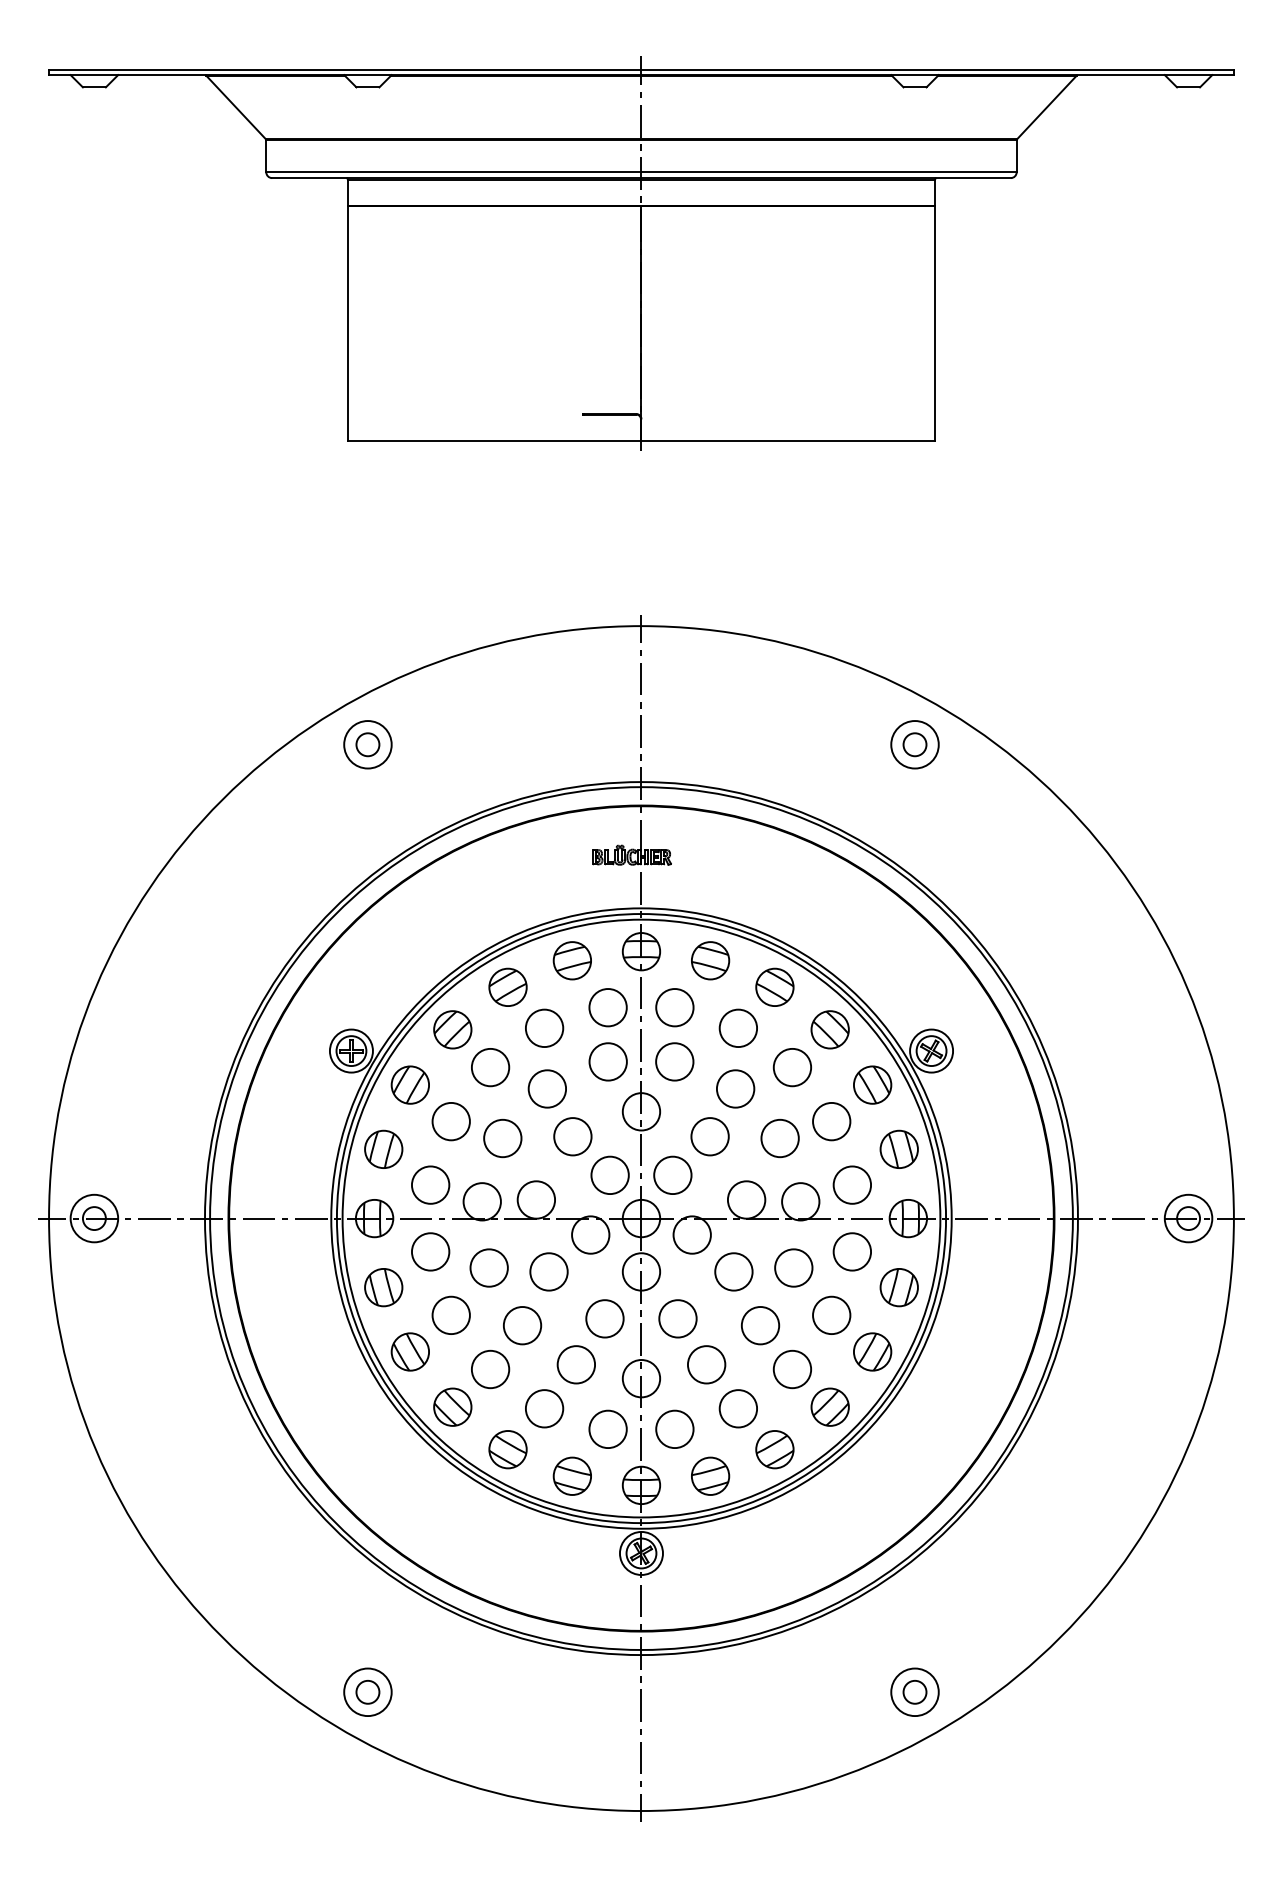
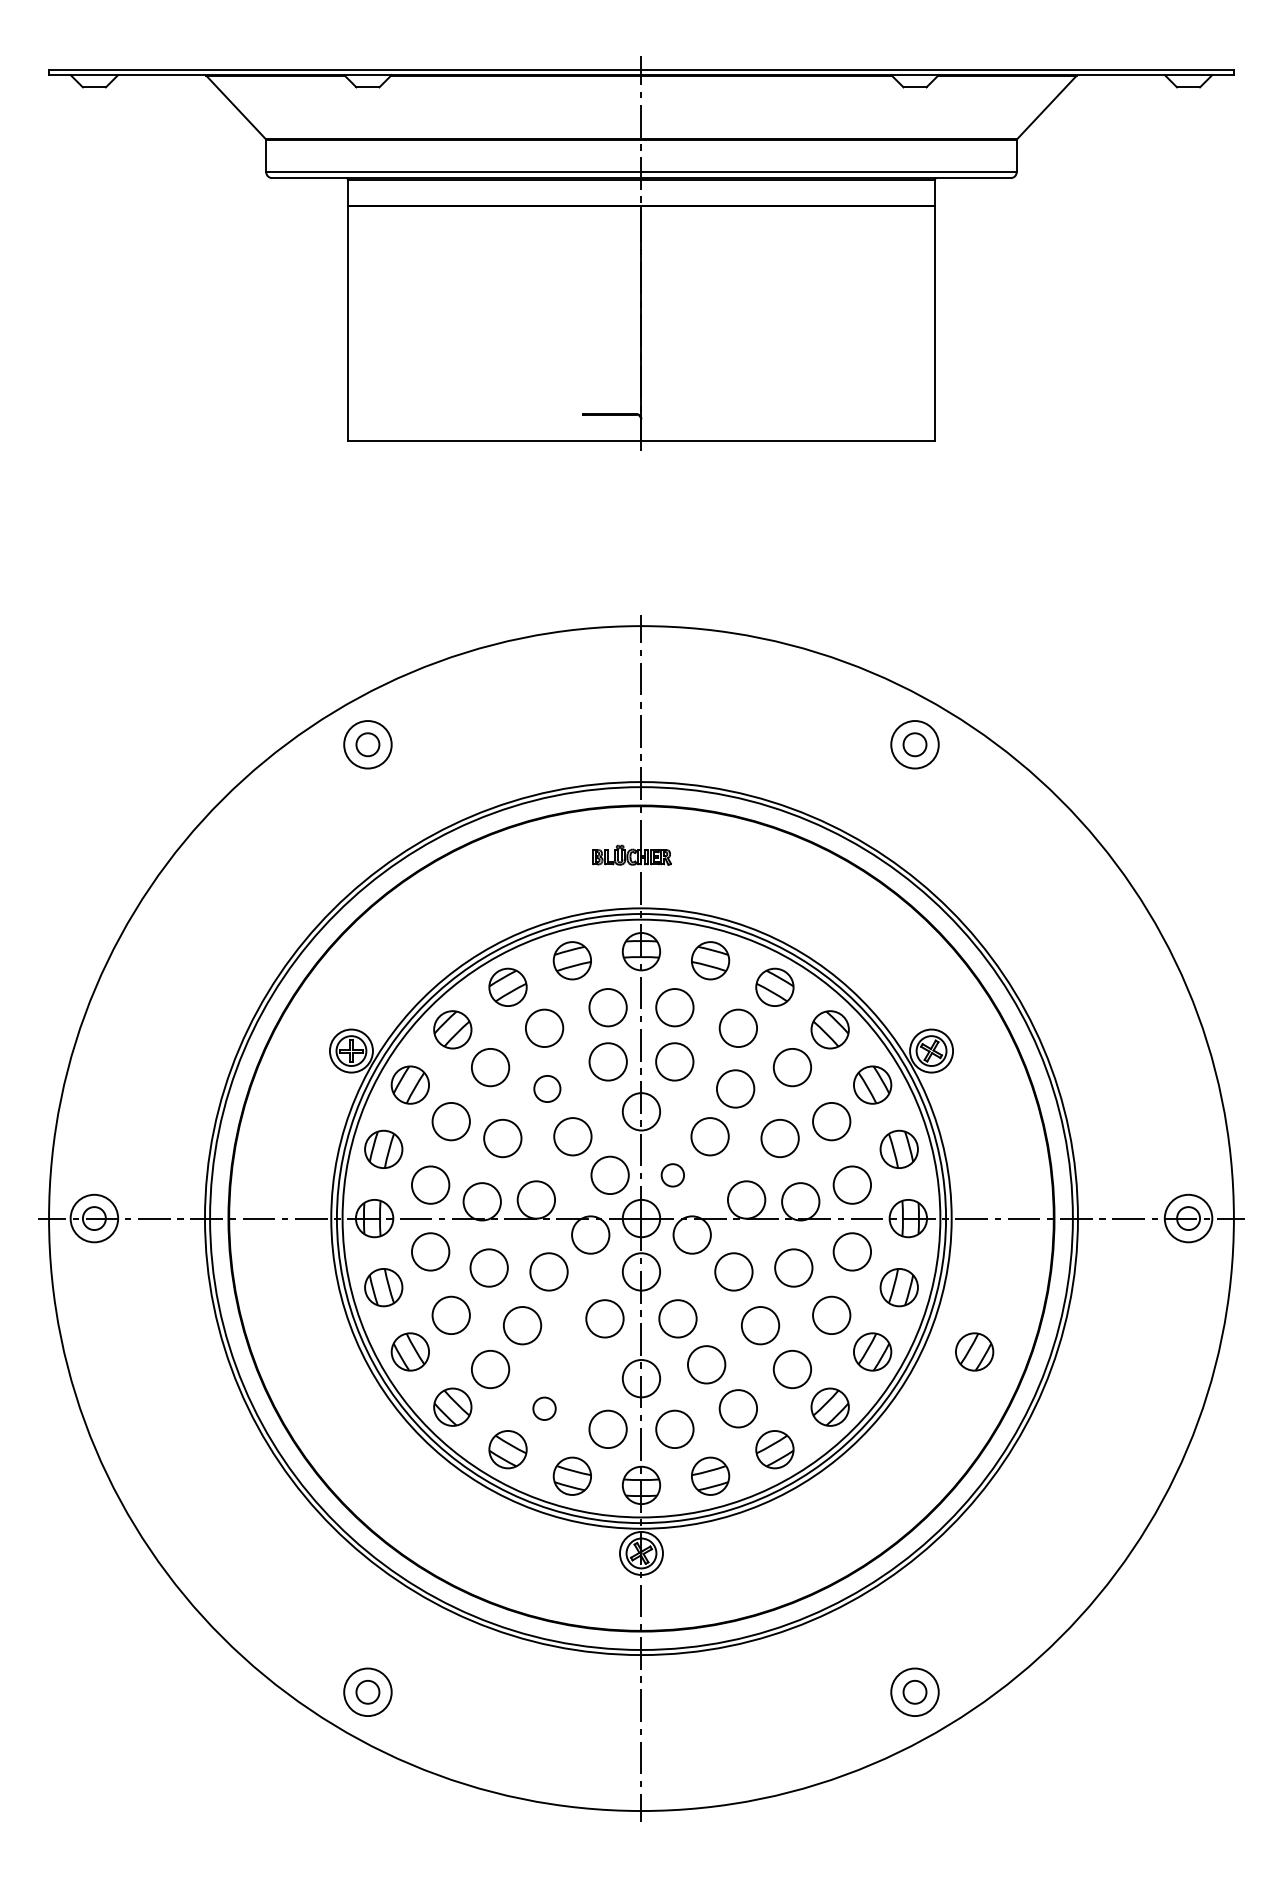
circle at (547, 1088) diameter: 37 px -> 26 px
circle at (672, 1175) diameter: 37 px -> 22 px
part at (974, 1351): none -> present
circle at (575, 1364): present -> none
circle at (544, 1408) diameter: 37 px -> 22 px
